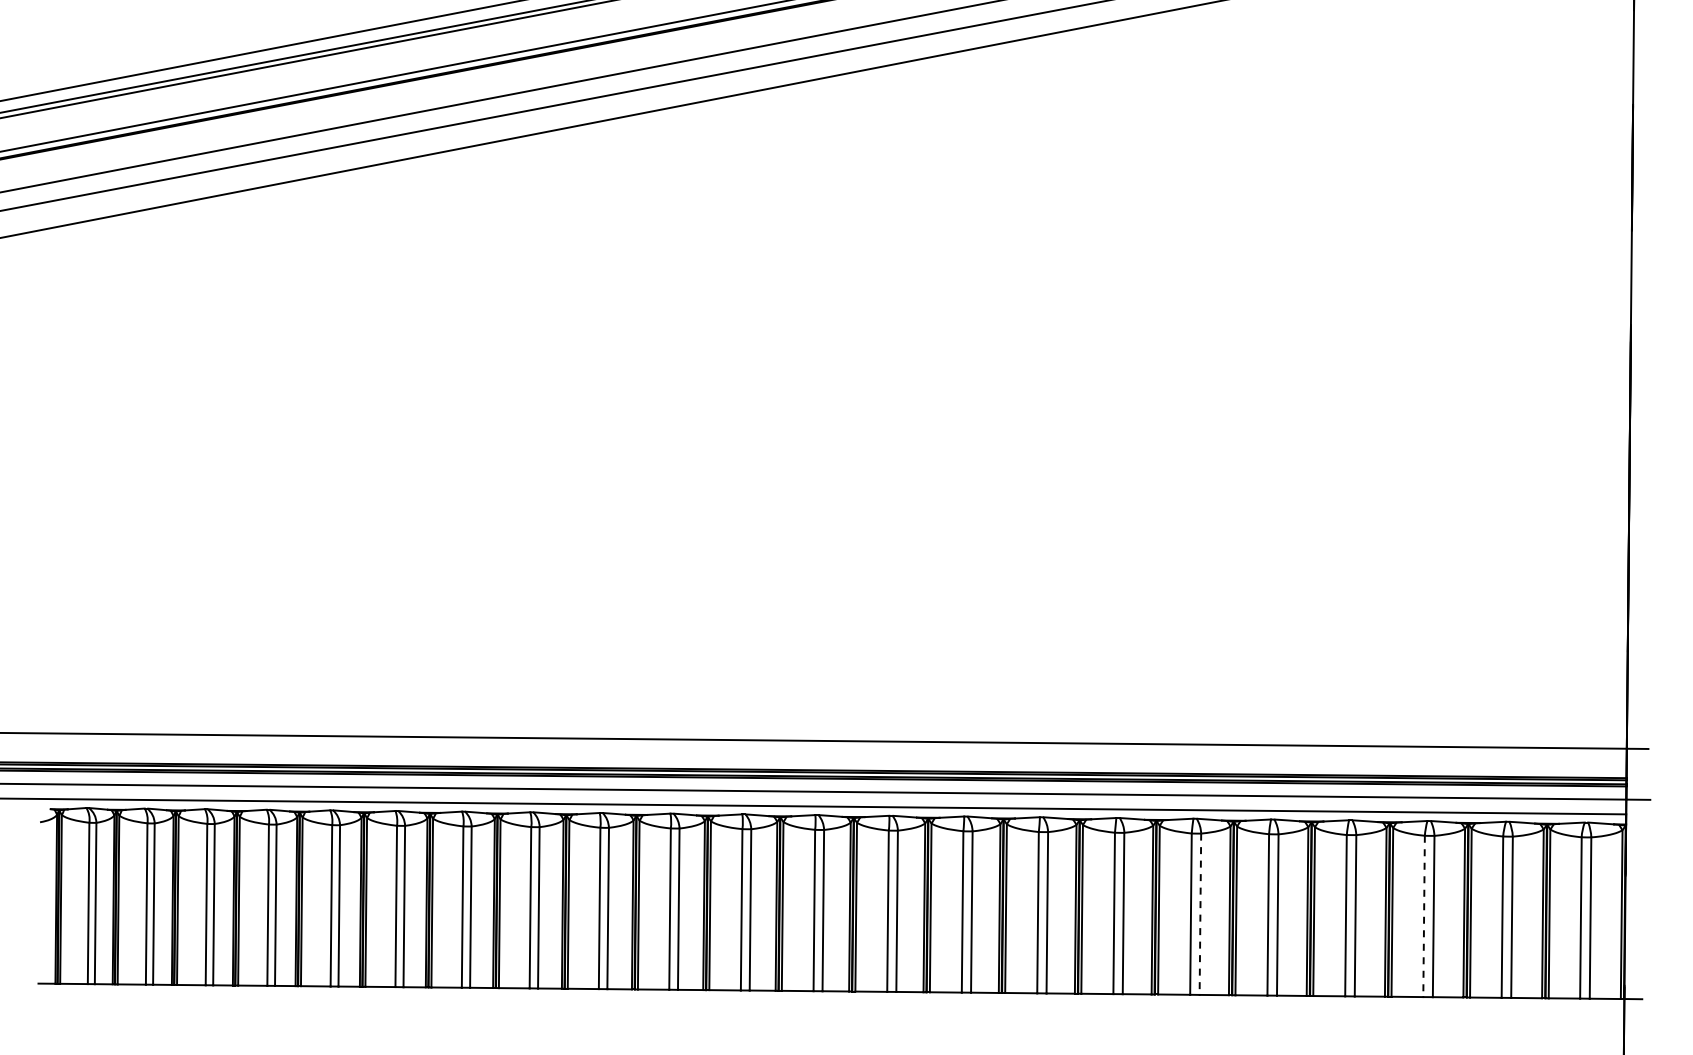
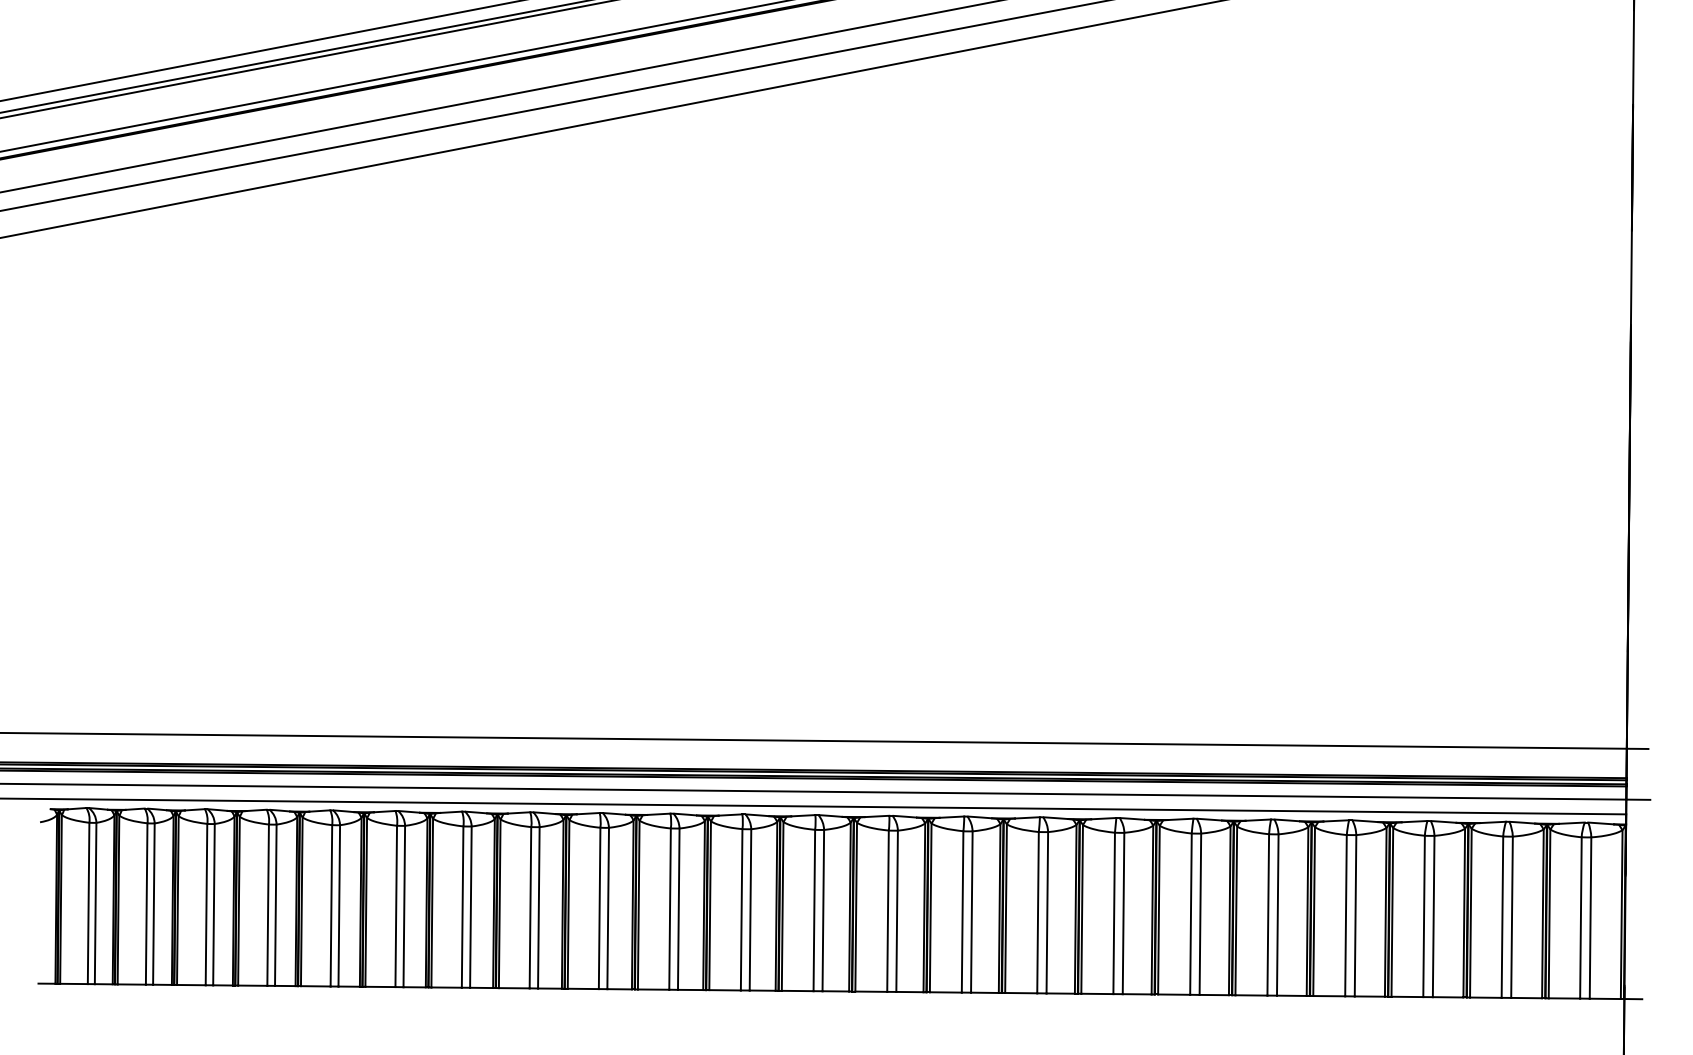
line at (1200, 914): dashed -> solid
line at (1424, 916): dashed -> solid
